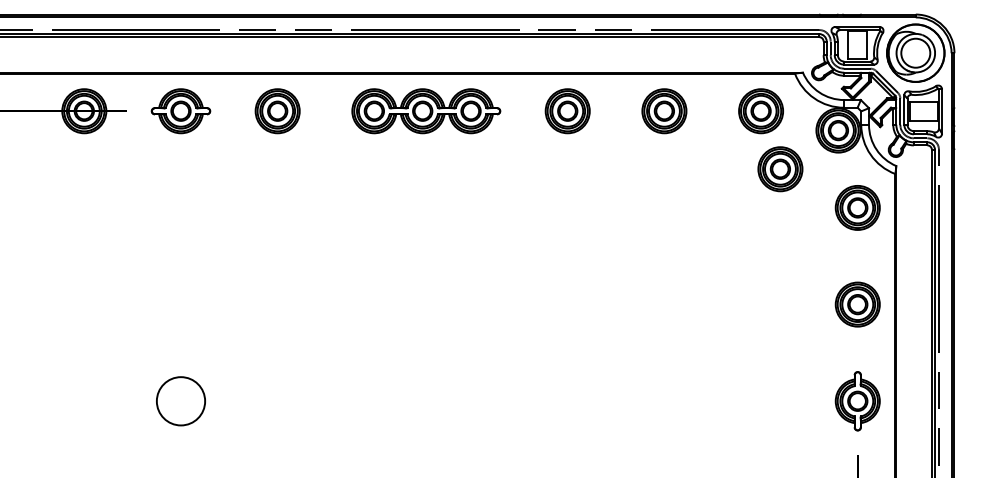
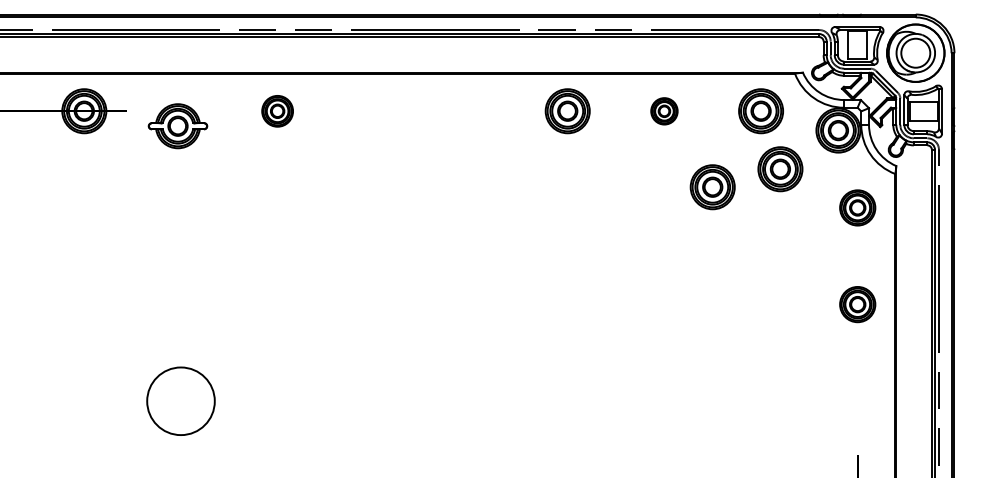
part at (180, 111) position: (180, 111) -> (177, 126)
part at (277, 111) size: 47x47 px -> 33x33 px
part at (426, 111): present -> none
part at (664, 111) size: 47x47 px -> 29x29 px
part at (712, 187): none -> present
part at (857, 207) size: 47x46 px -> 38x38 px
part at (857, 304) size: 47x47 px -> 38x38 px
circle at (180, 401) diameter: 48 px -> 68 px
part at (857, 401): present -> none
